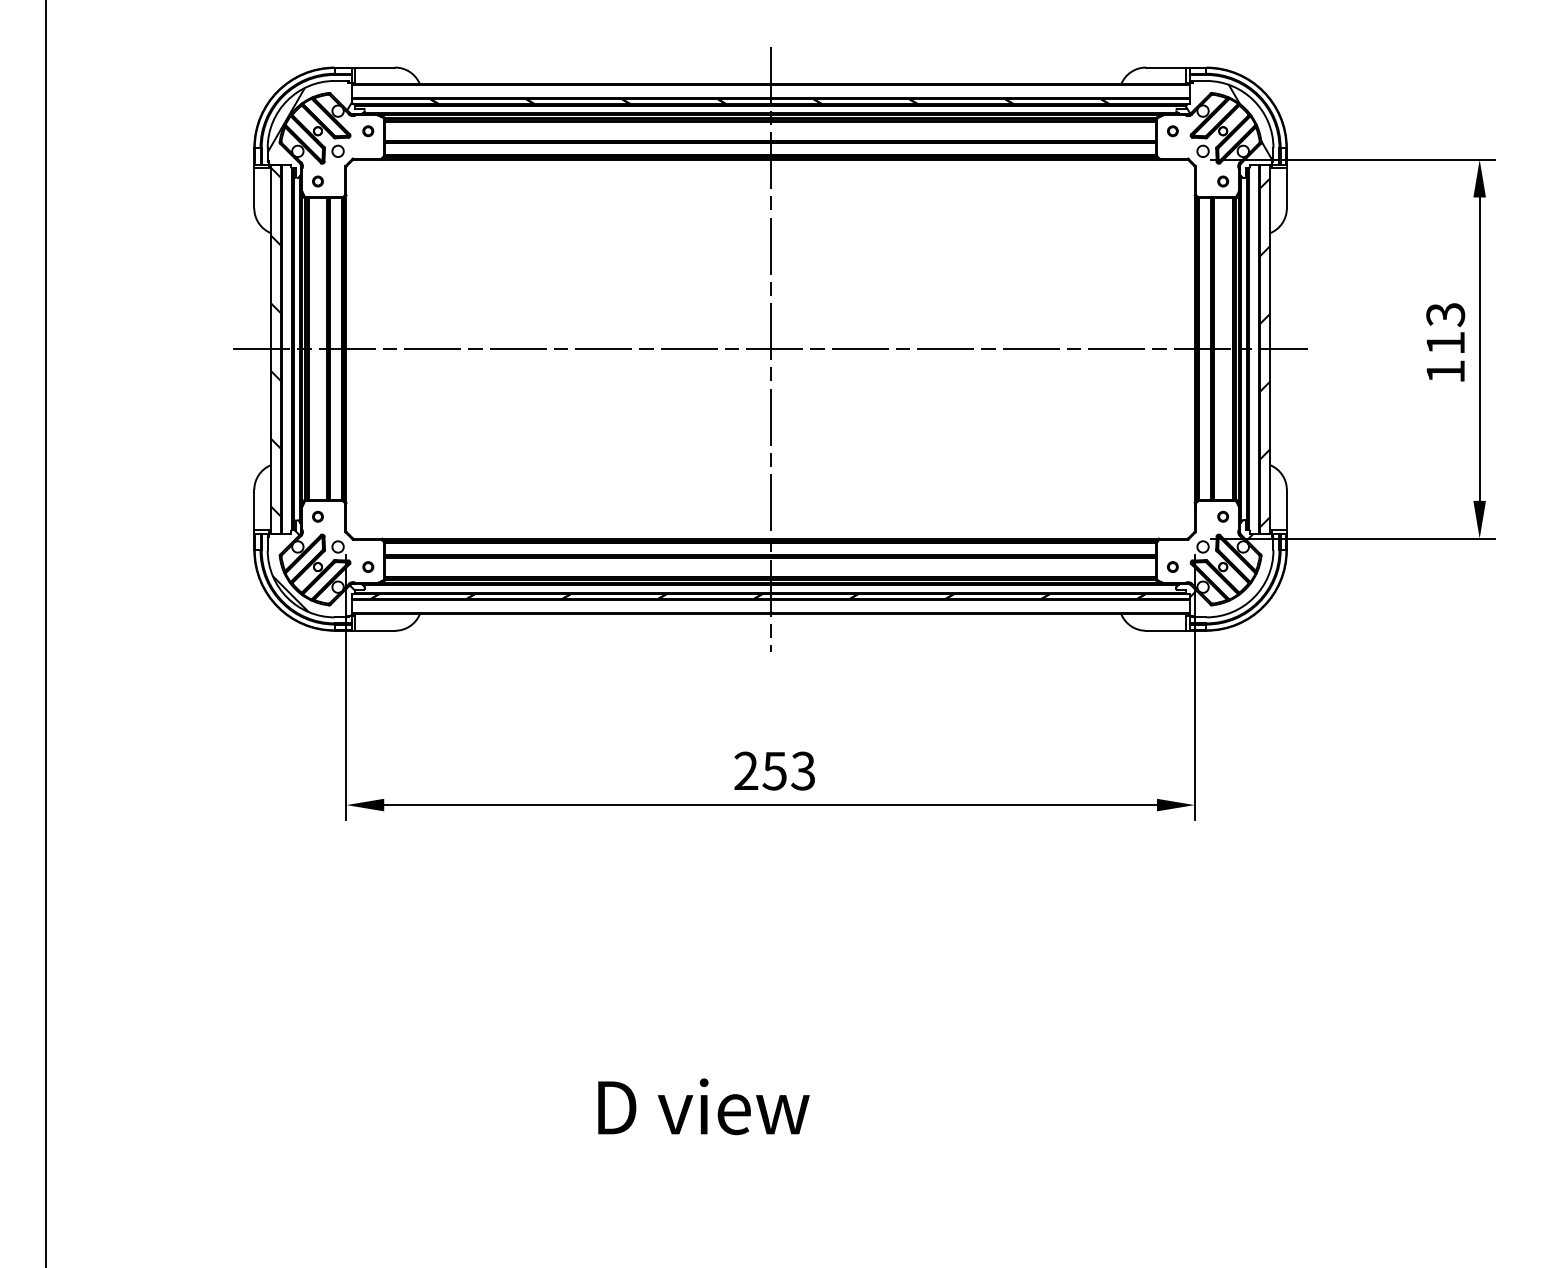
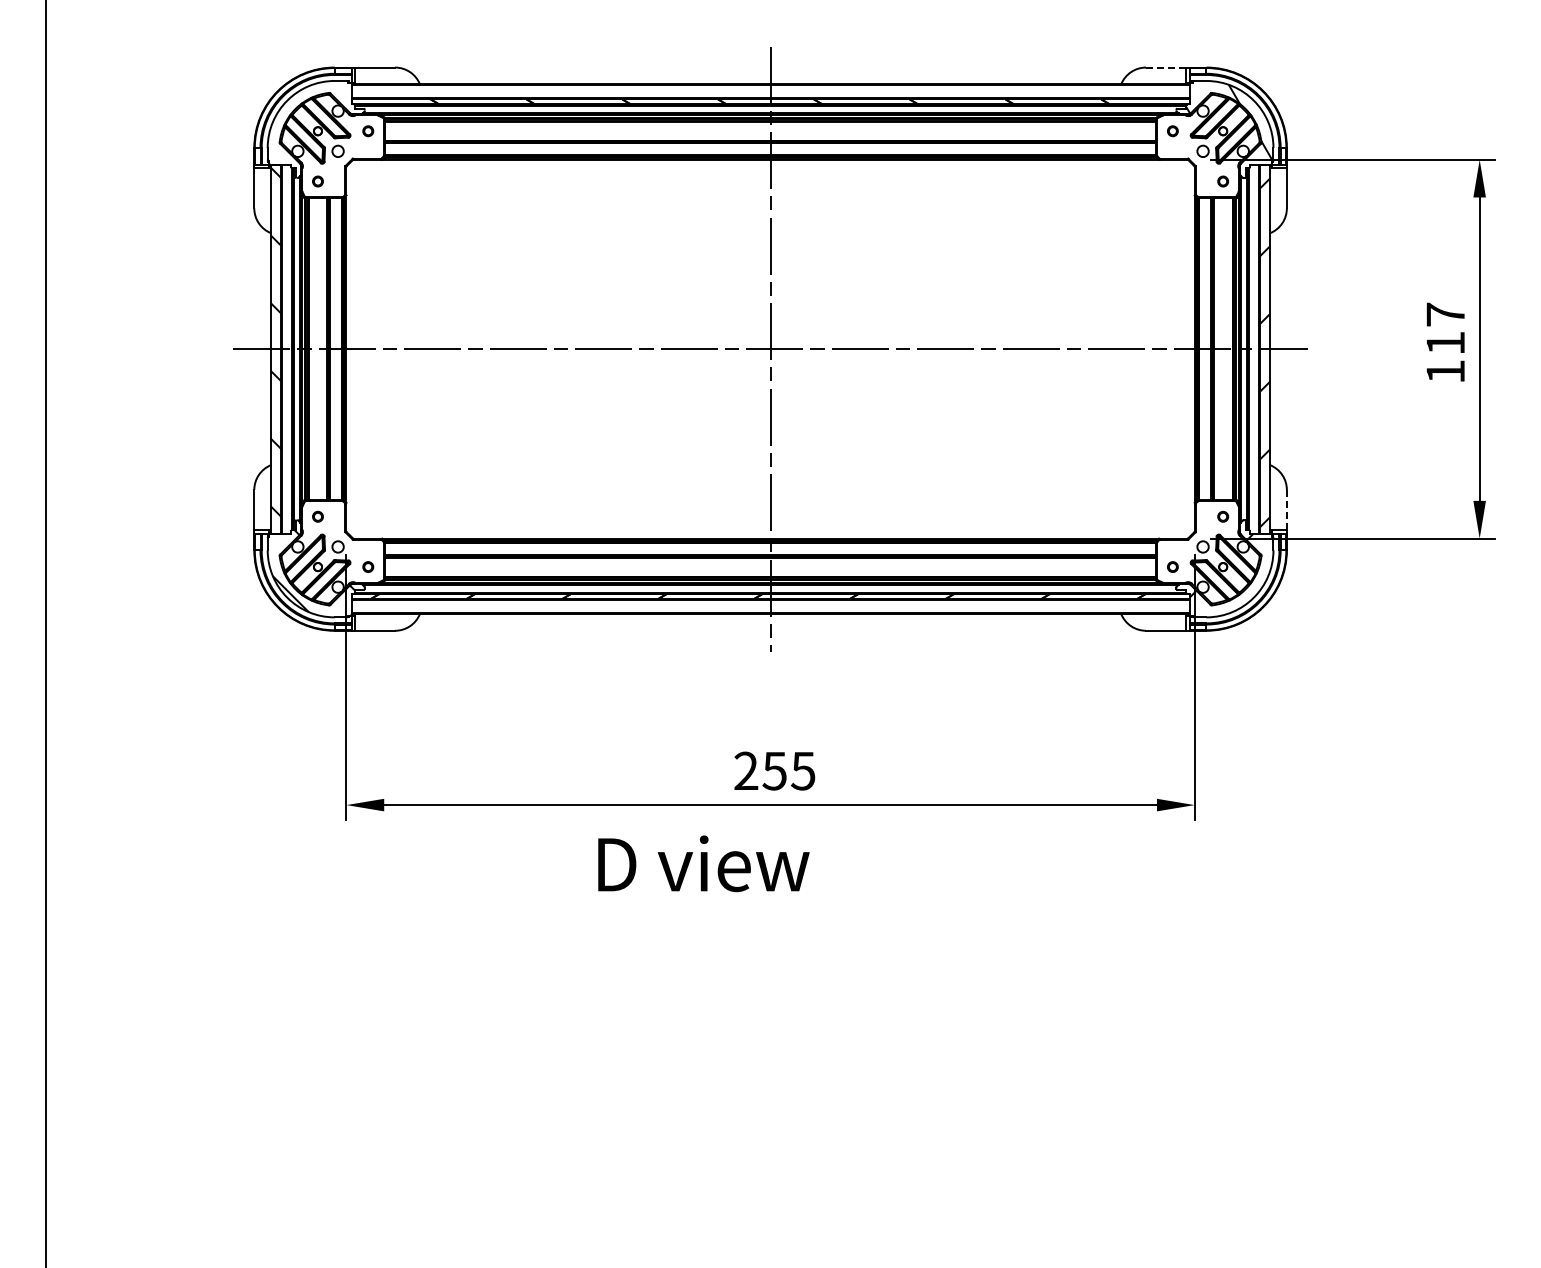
line at (1166, 67): solid -> dashed
hatch at (309, 119): present -> none
text at (1445, 314): 113 -> 117
line at (1286, 510): solid -> dashed
text at (803, 770): 253 -> 255
text at (703, 1106) position: (703, 1106) -> (703, 863)
